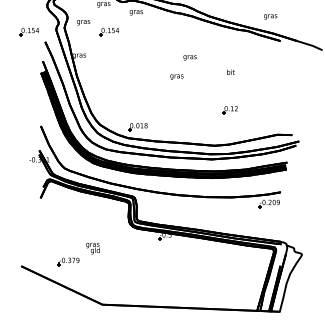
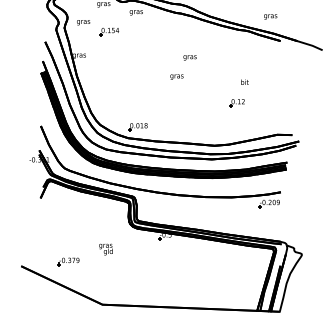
part at (29, 32): present -> none
text at (230, 71) position: (230, 71) -> (244, 81)
part at (229, 110) position: (229, 110) -> (236, 103)
text at (92, 248) position: (92, 248) -> (105, 249)
